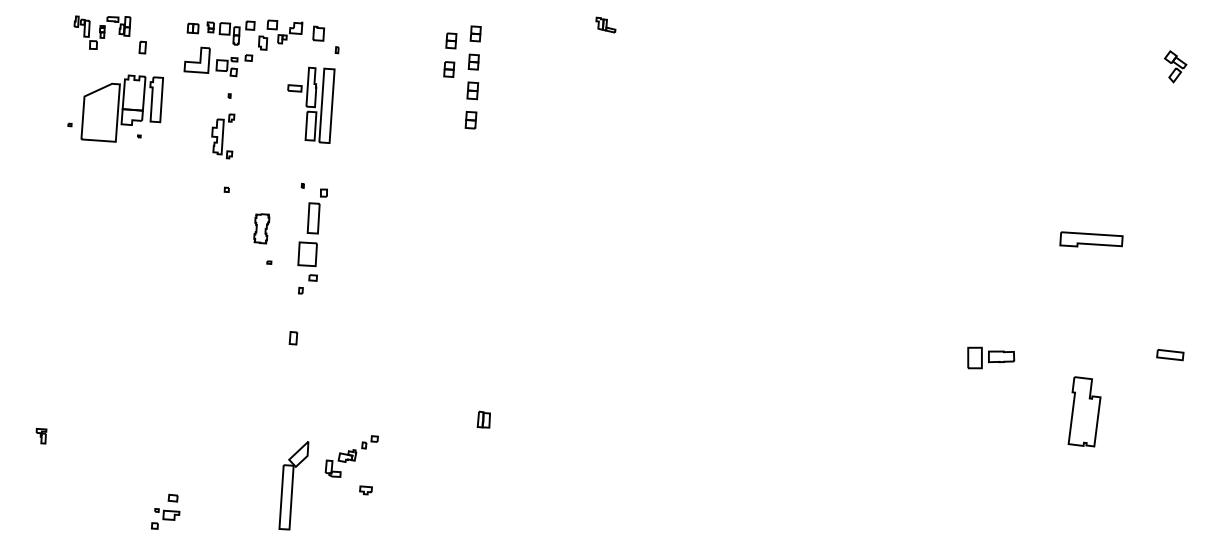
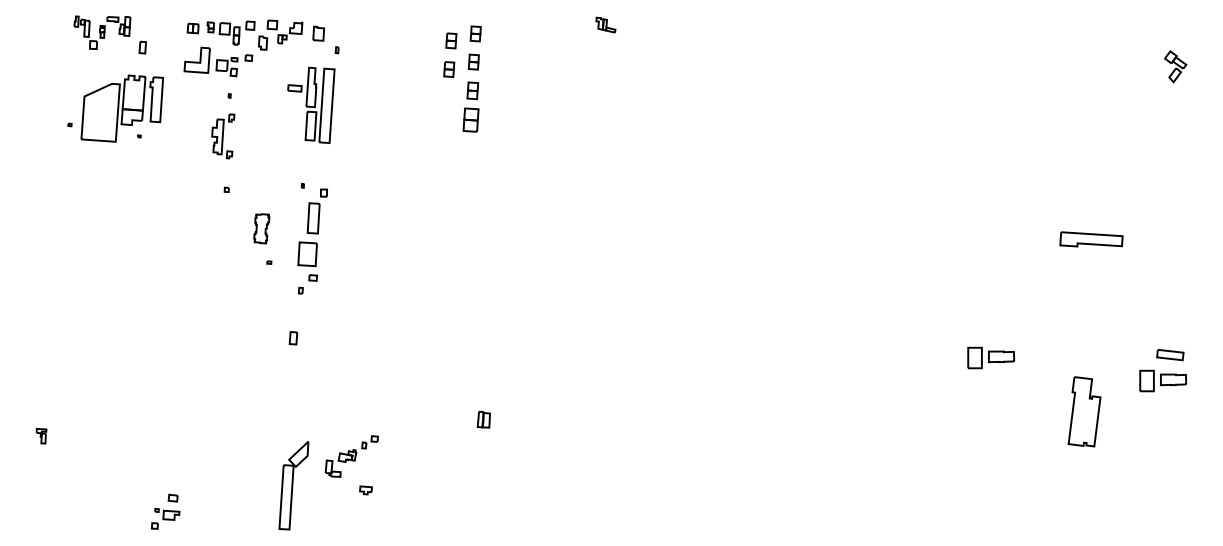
part at (470, 120) size: 14x19 px -> 18x26 px
part at (1163, 380): none -> present
